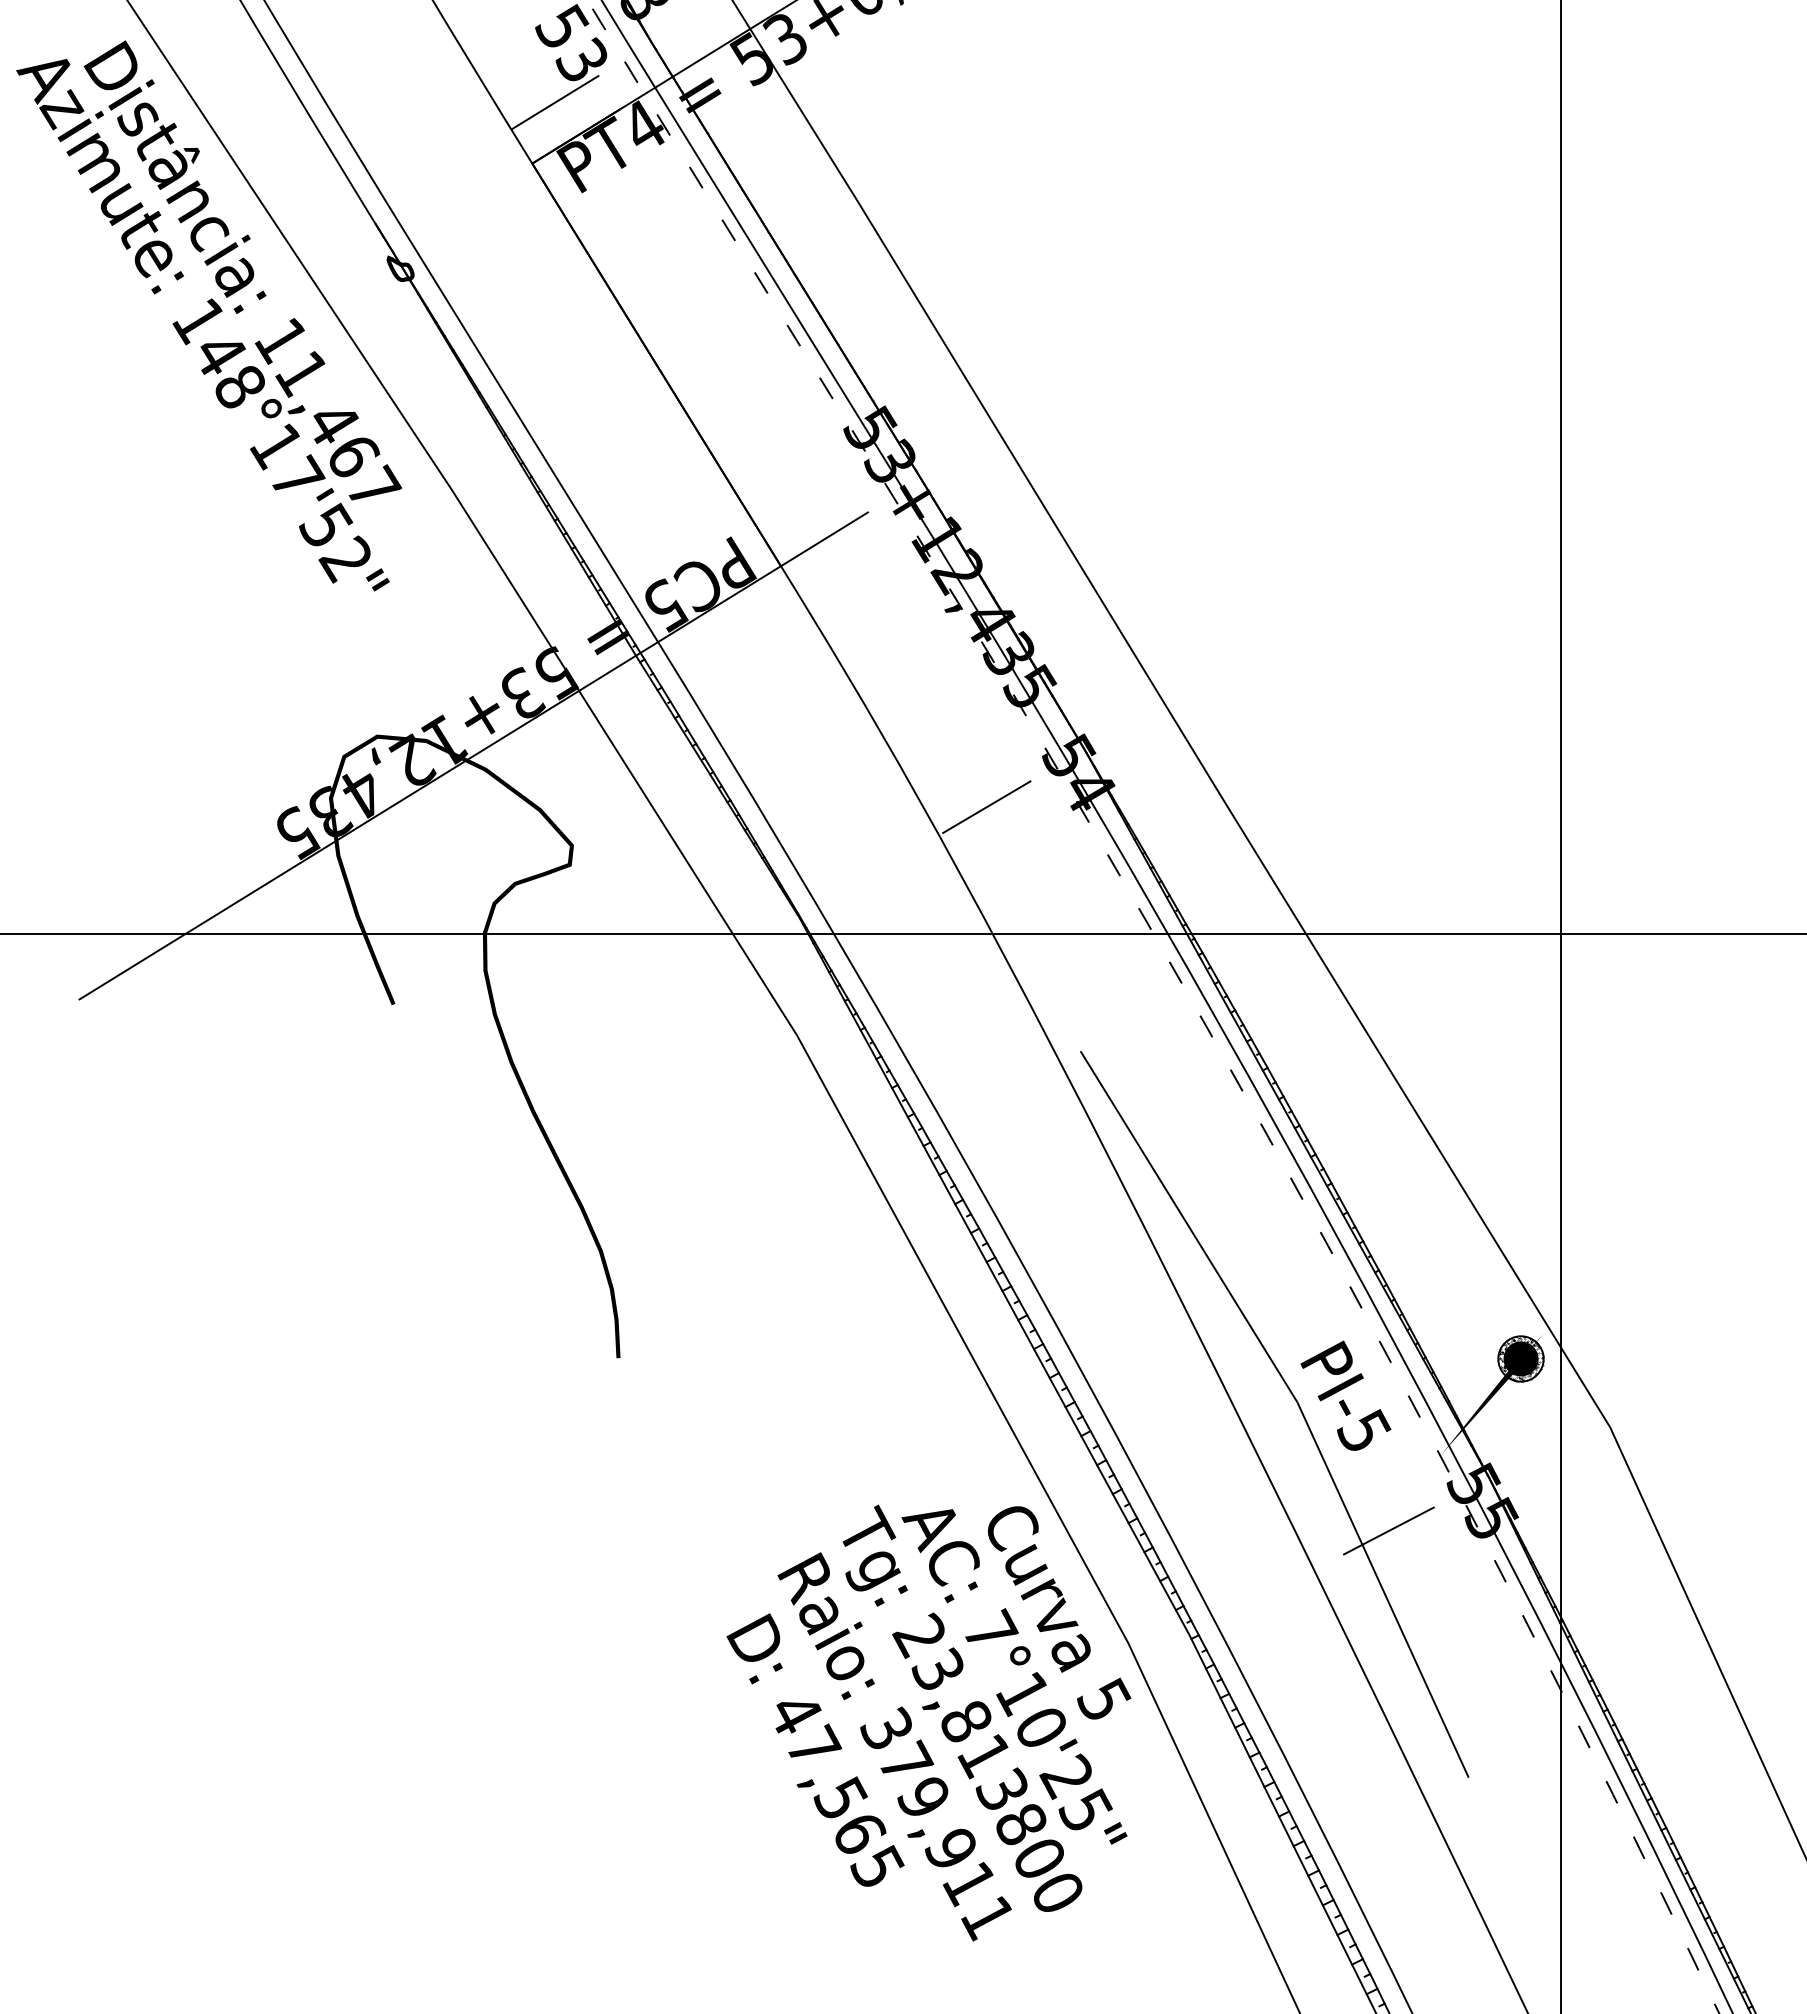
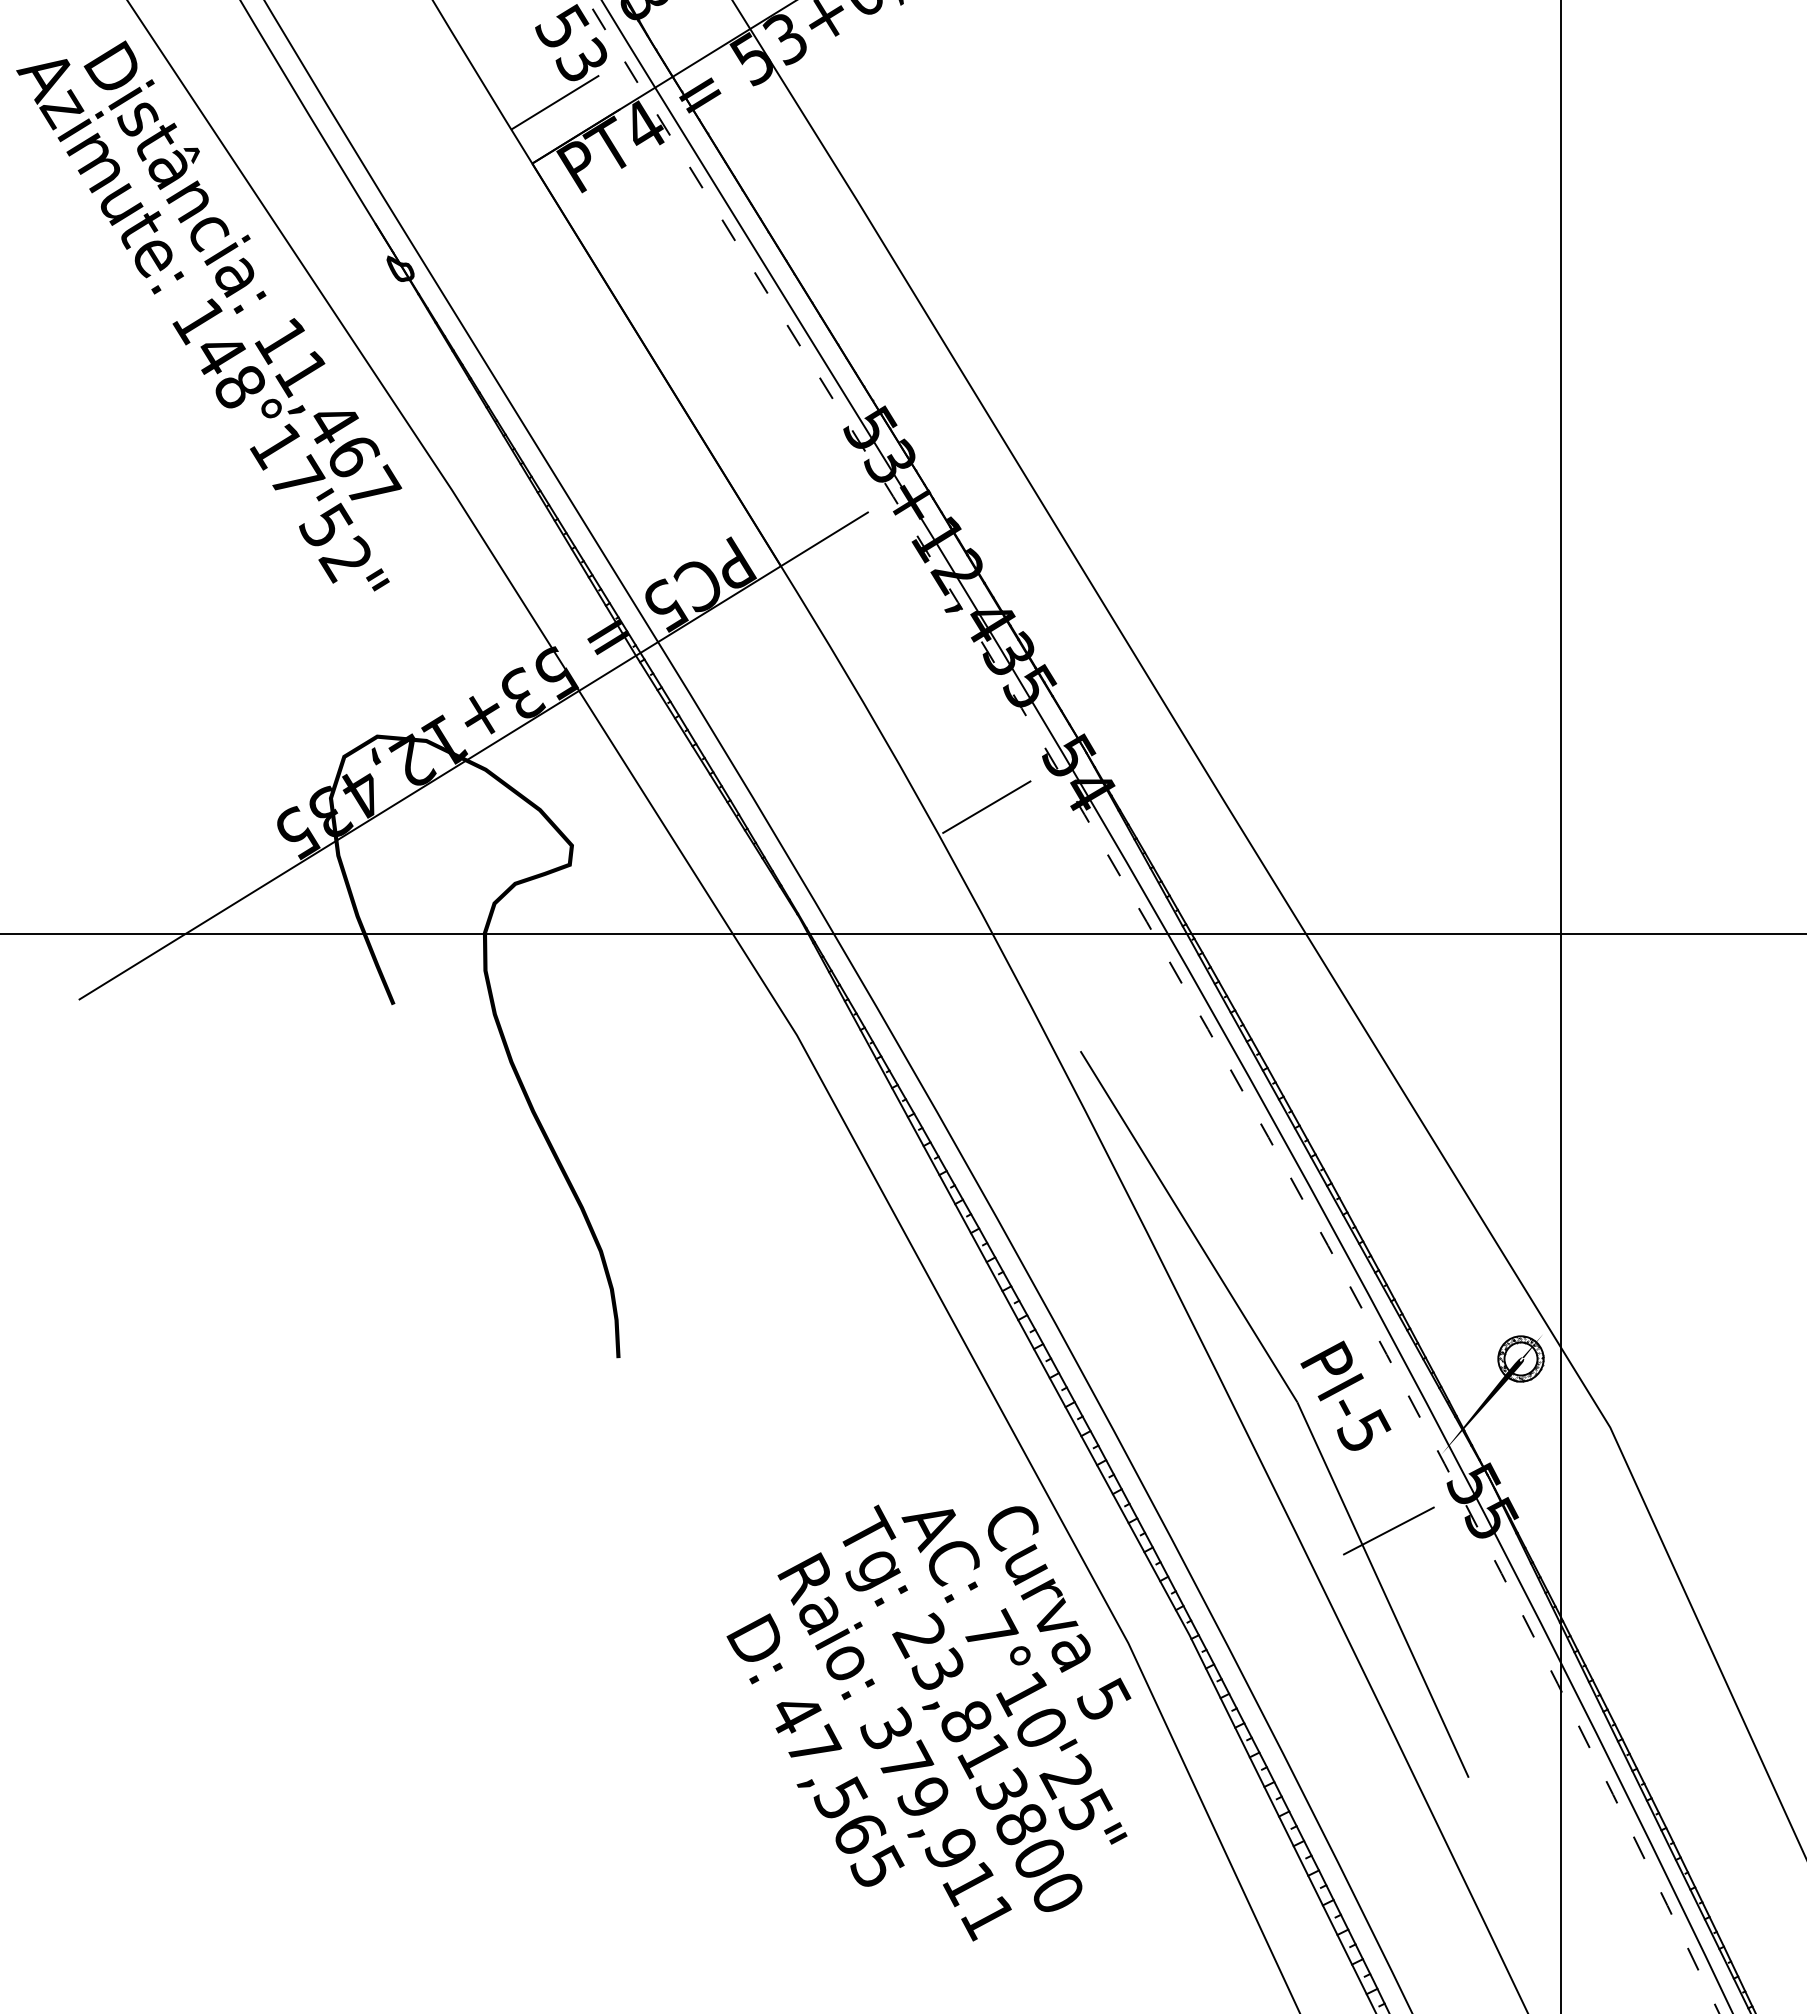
fill at (1520, 1358): present -> none
